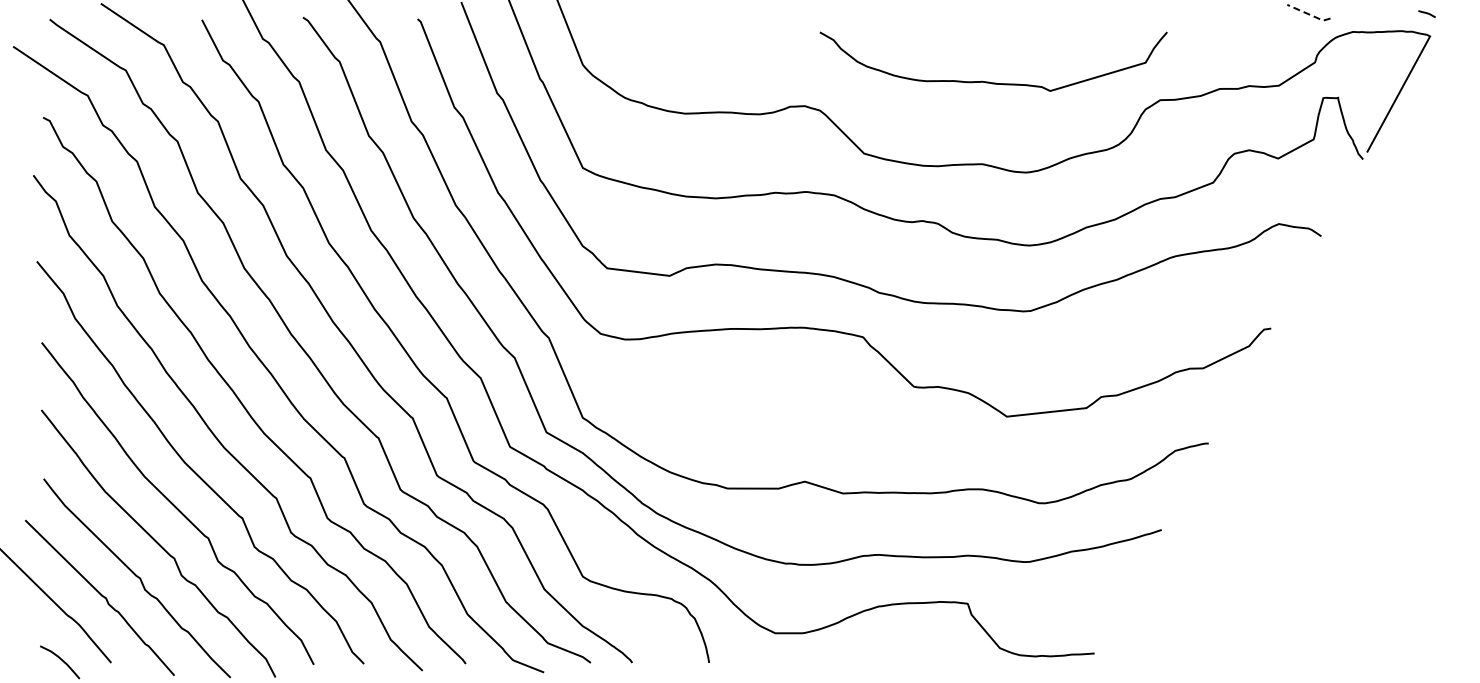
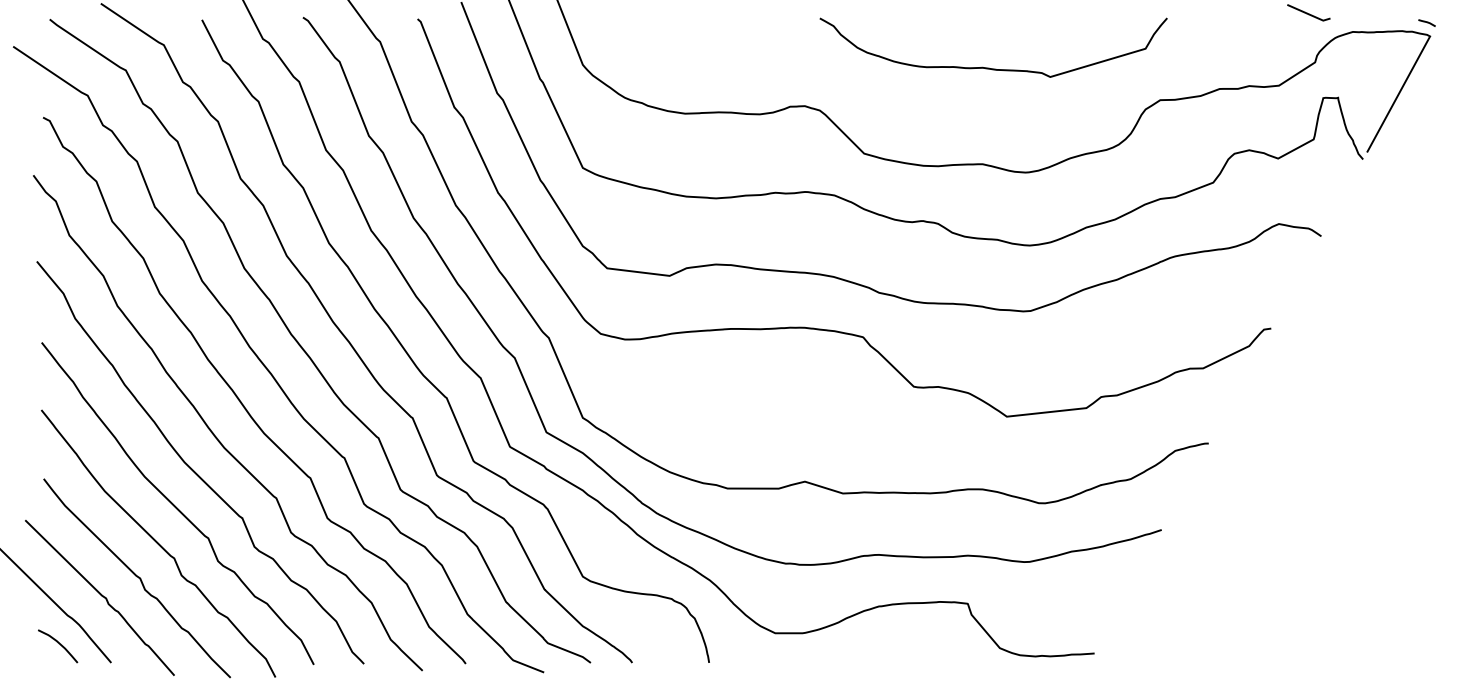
line at (1426, 13) position: (1426, 13) -> (1426, 22)
line at (1308, 14): dashed -> solid
curve at (989, 81) position: (989, 81) -> (989, 67)
curve at (61, 660) position: (61, 660) -> (59, 644)
